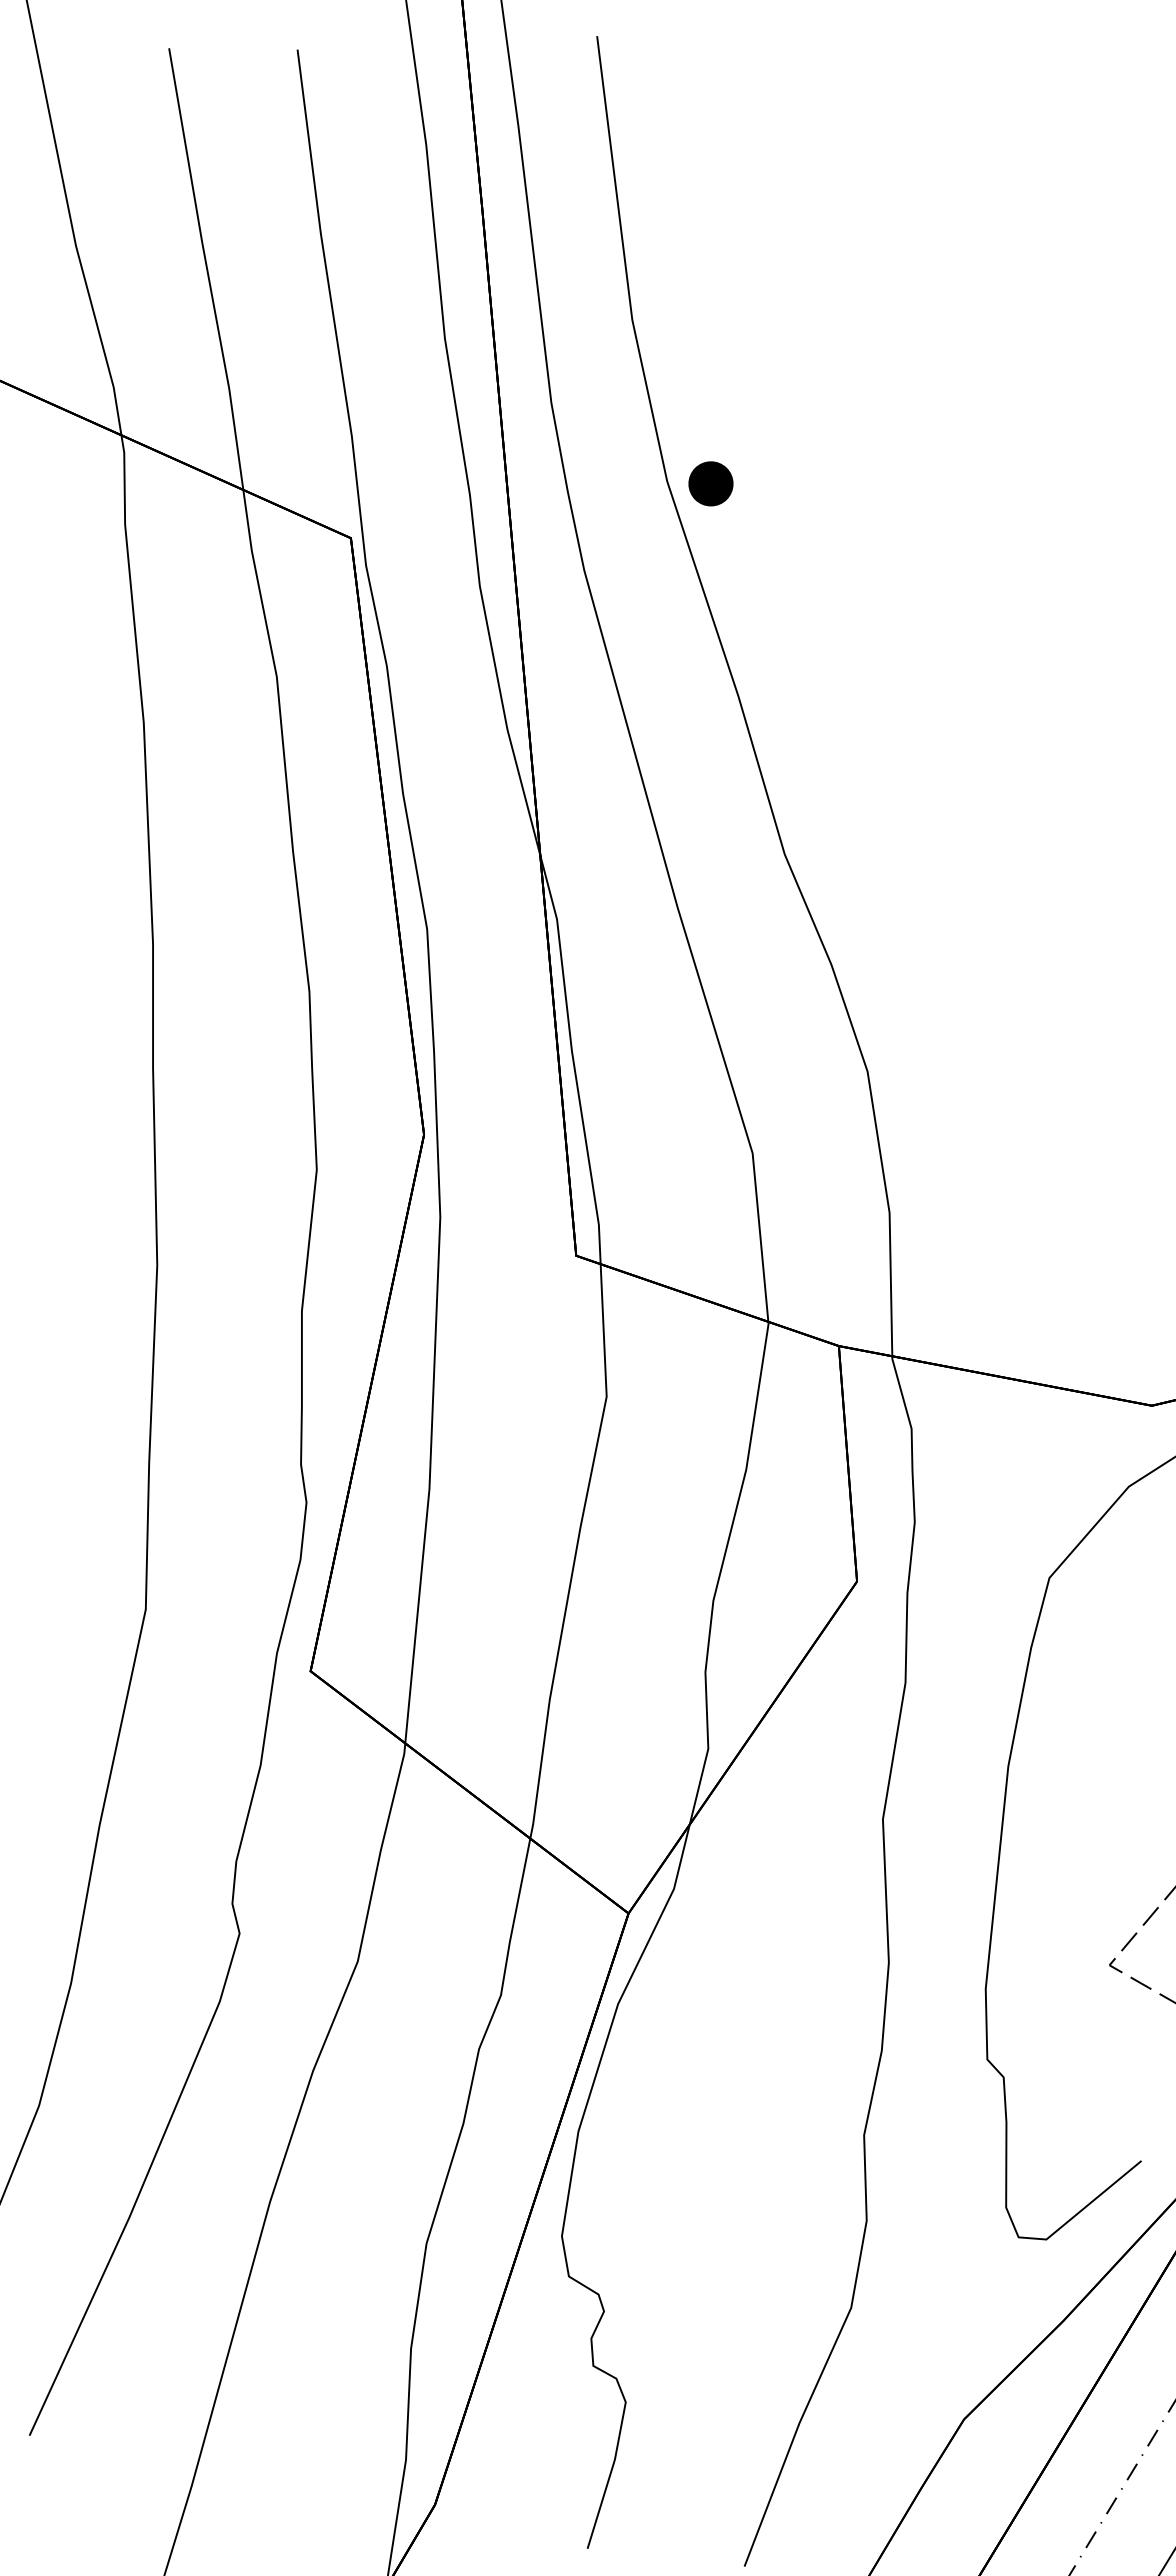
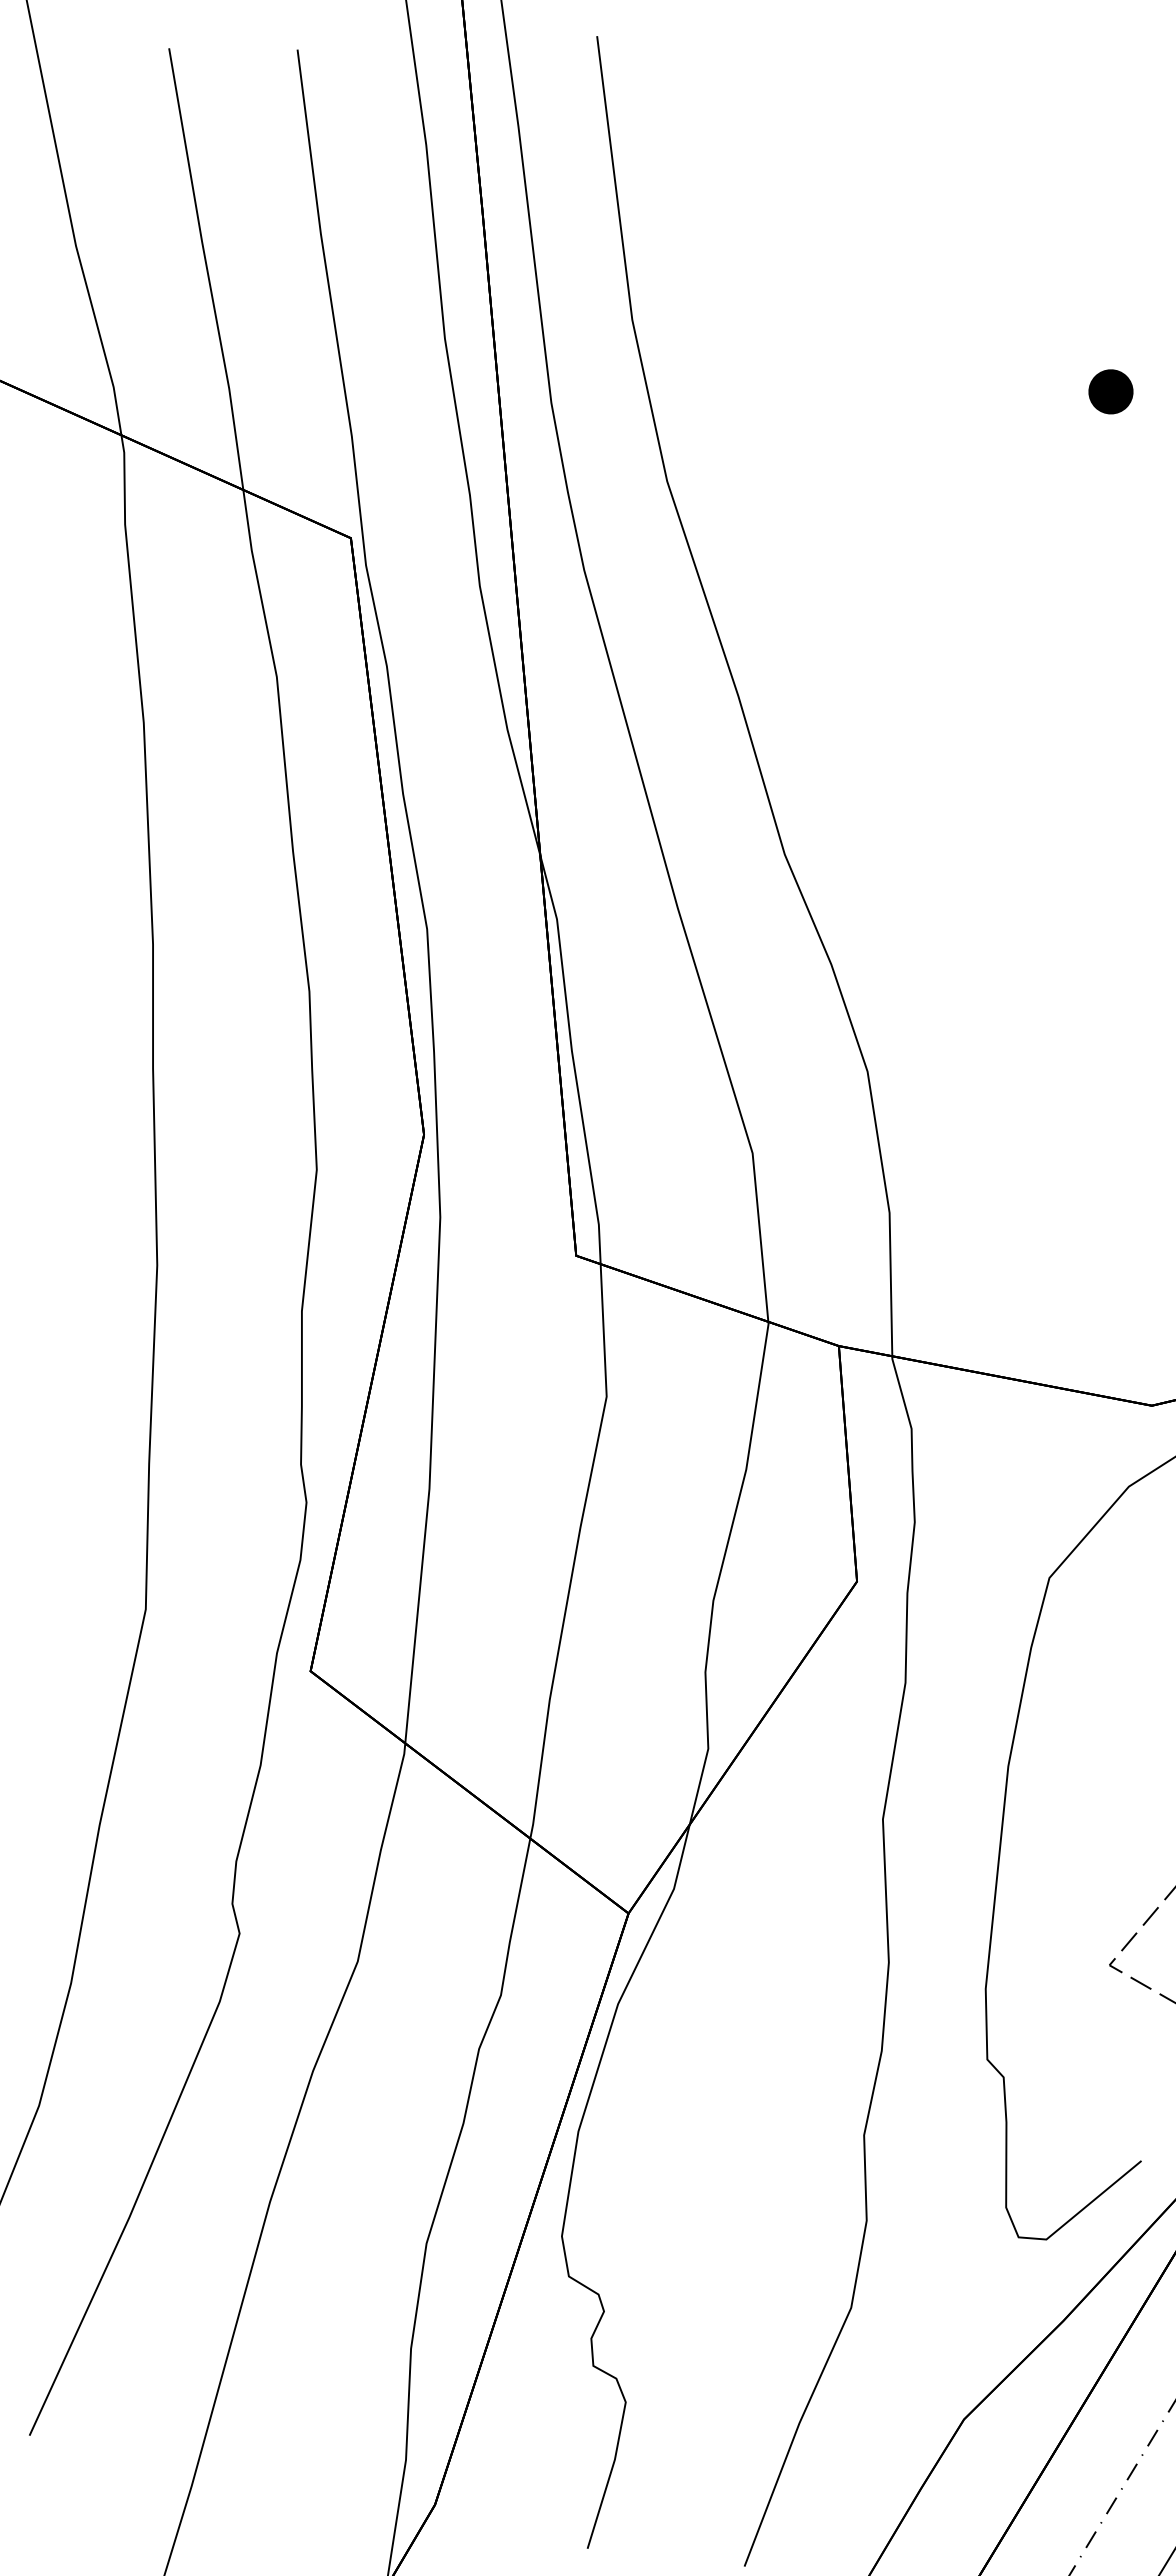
part at (710, 483) position: (710, 483) -> (1110, 391)
